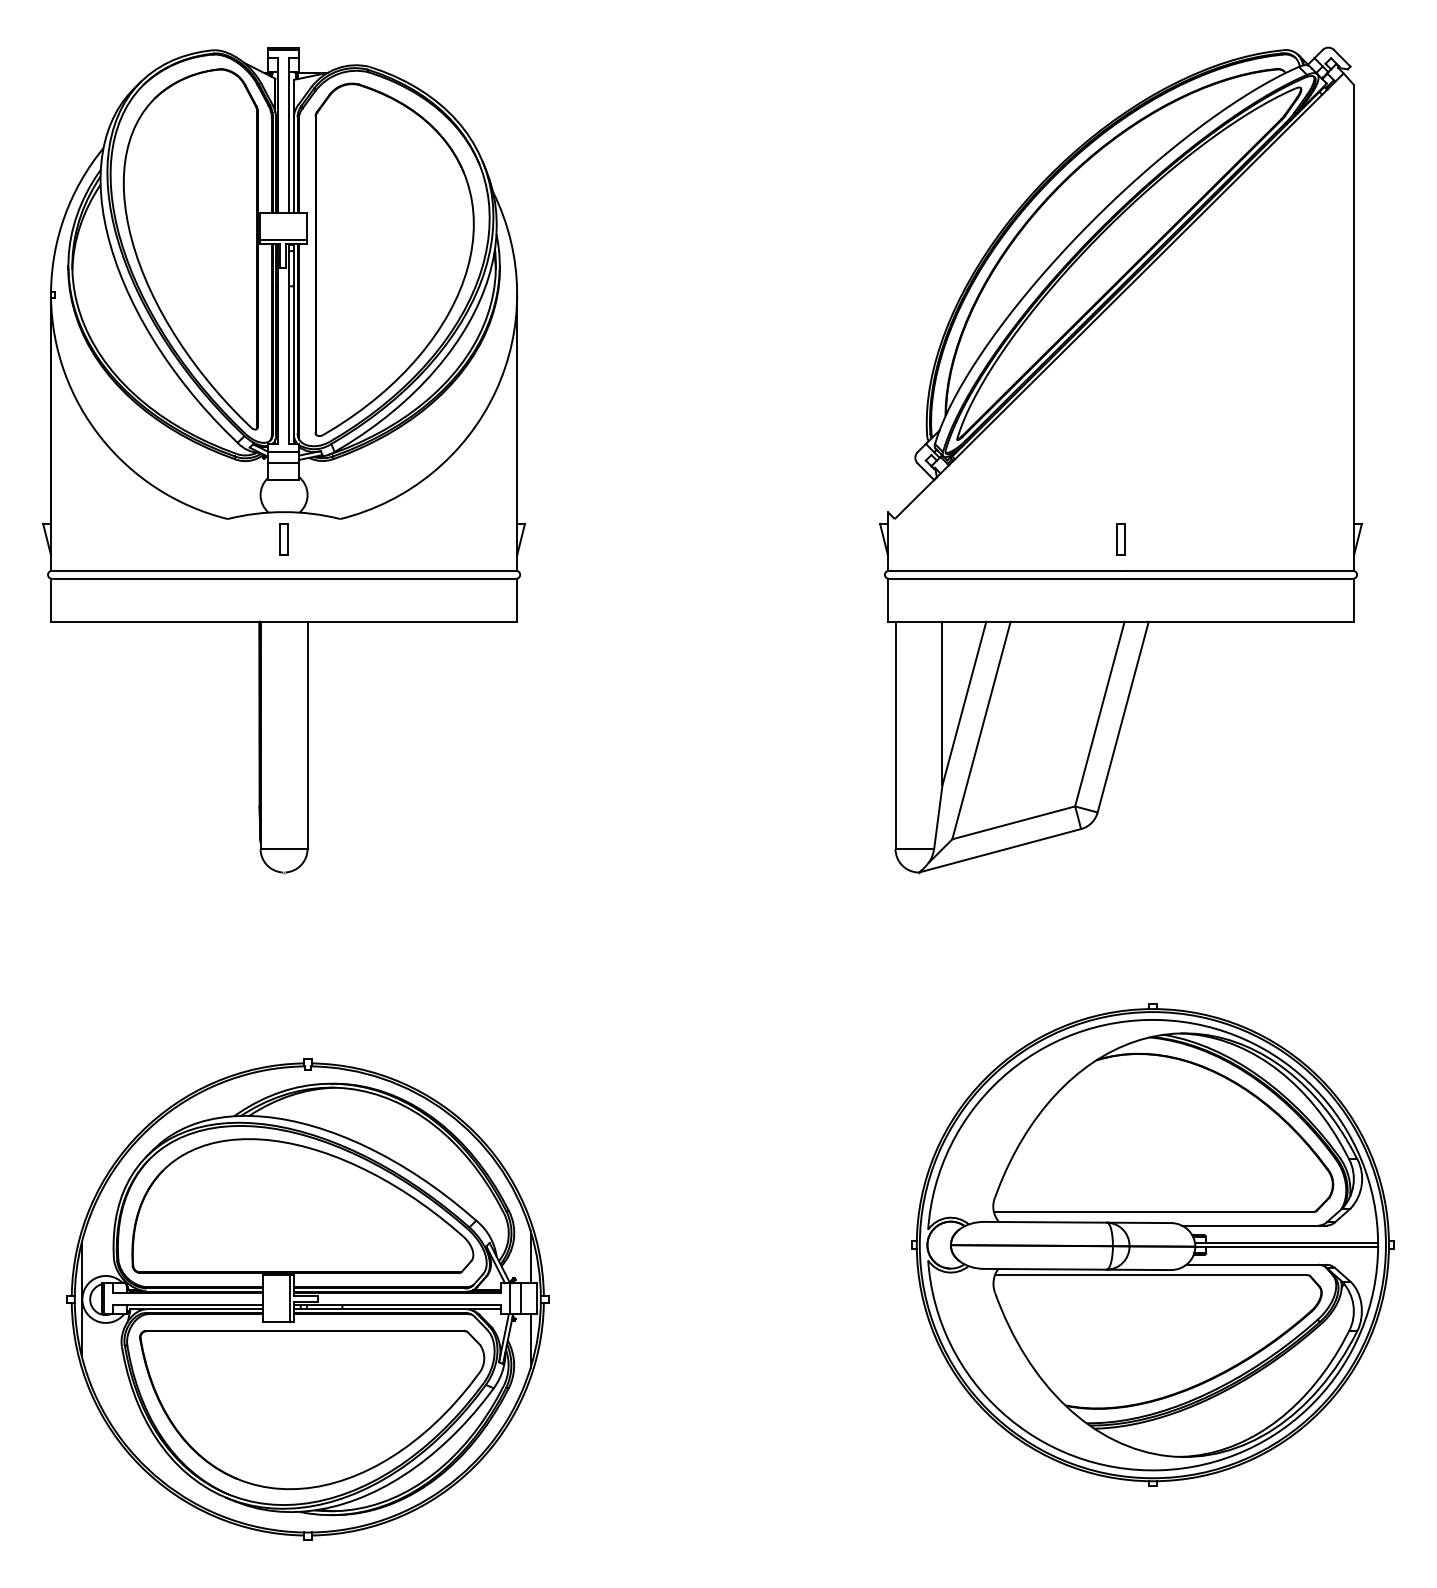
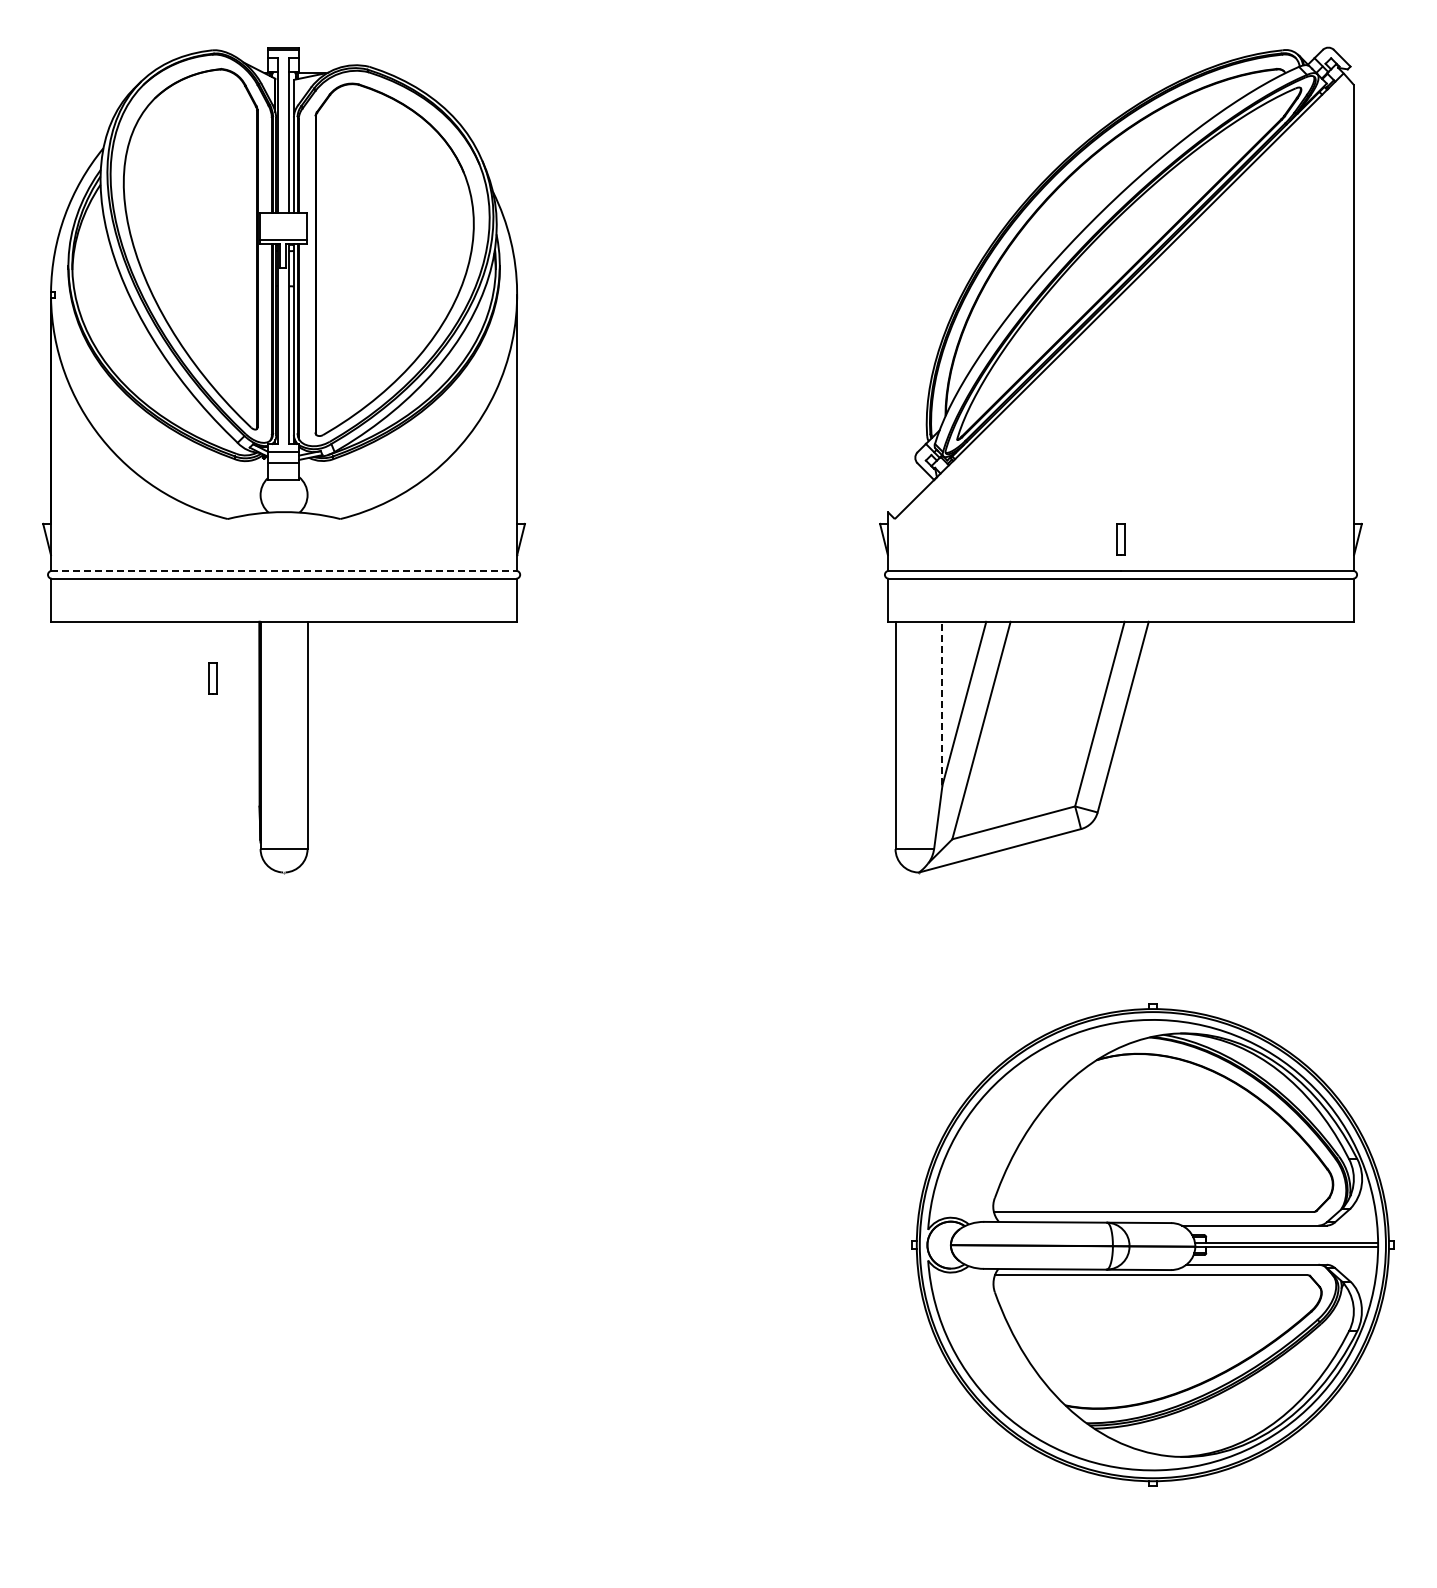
part at (283, 539) position: (283, 539) -> (212, 678)
line at (284, 570): solid -> dashed
line at (942, 703): solid -> dashed
part at (307, 1299): present -> none
